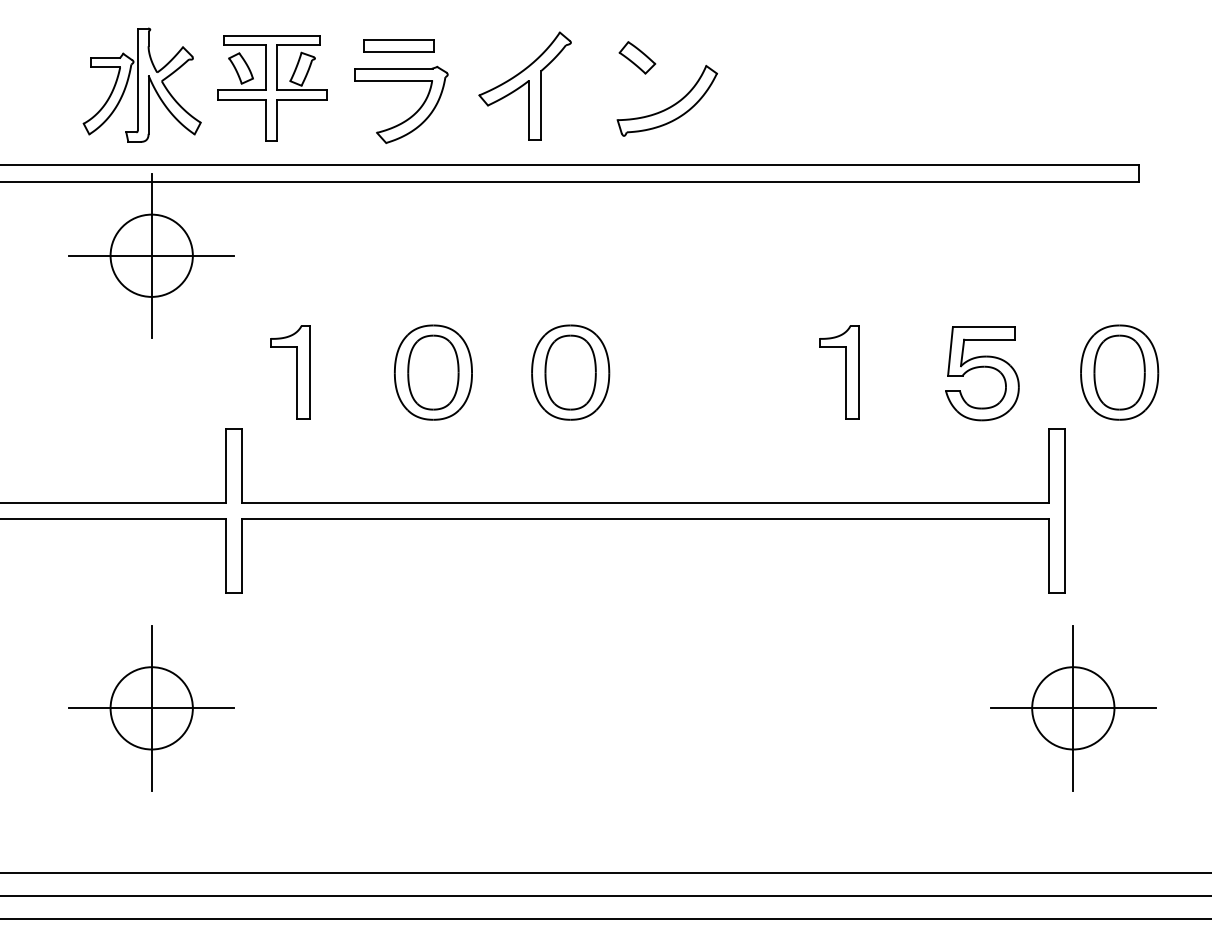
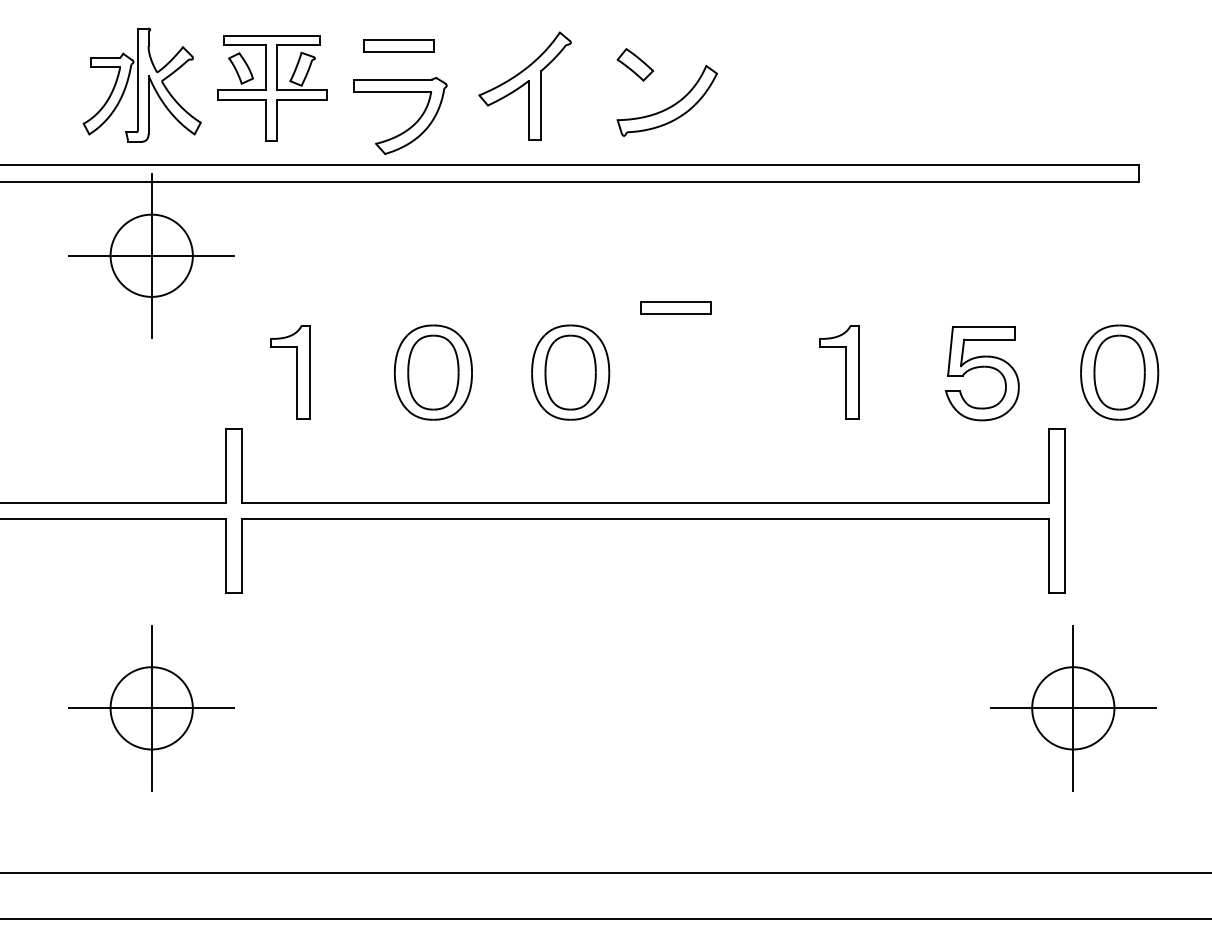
part at (637, 57) position: (637, 57) -> (635, 64)
part at (412, 114) position: (412, 114) -> (411, 125)
part at (675, 307): none -> present
line at (605, 896): present -> none
